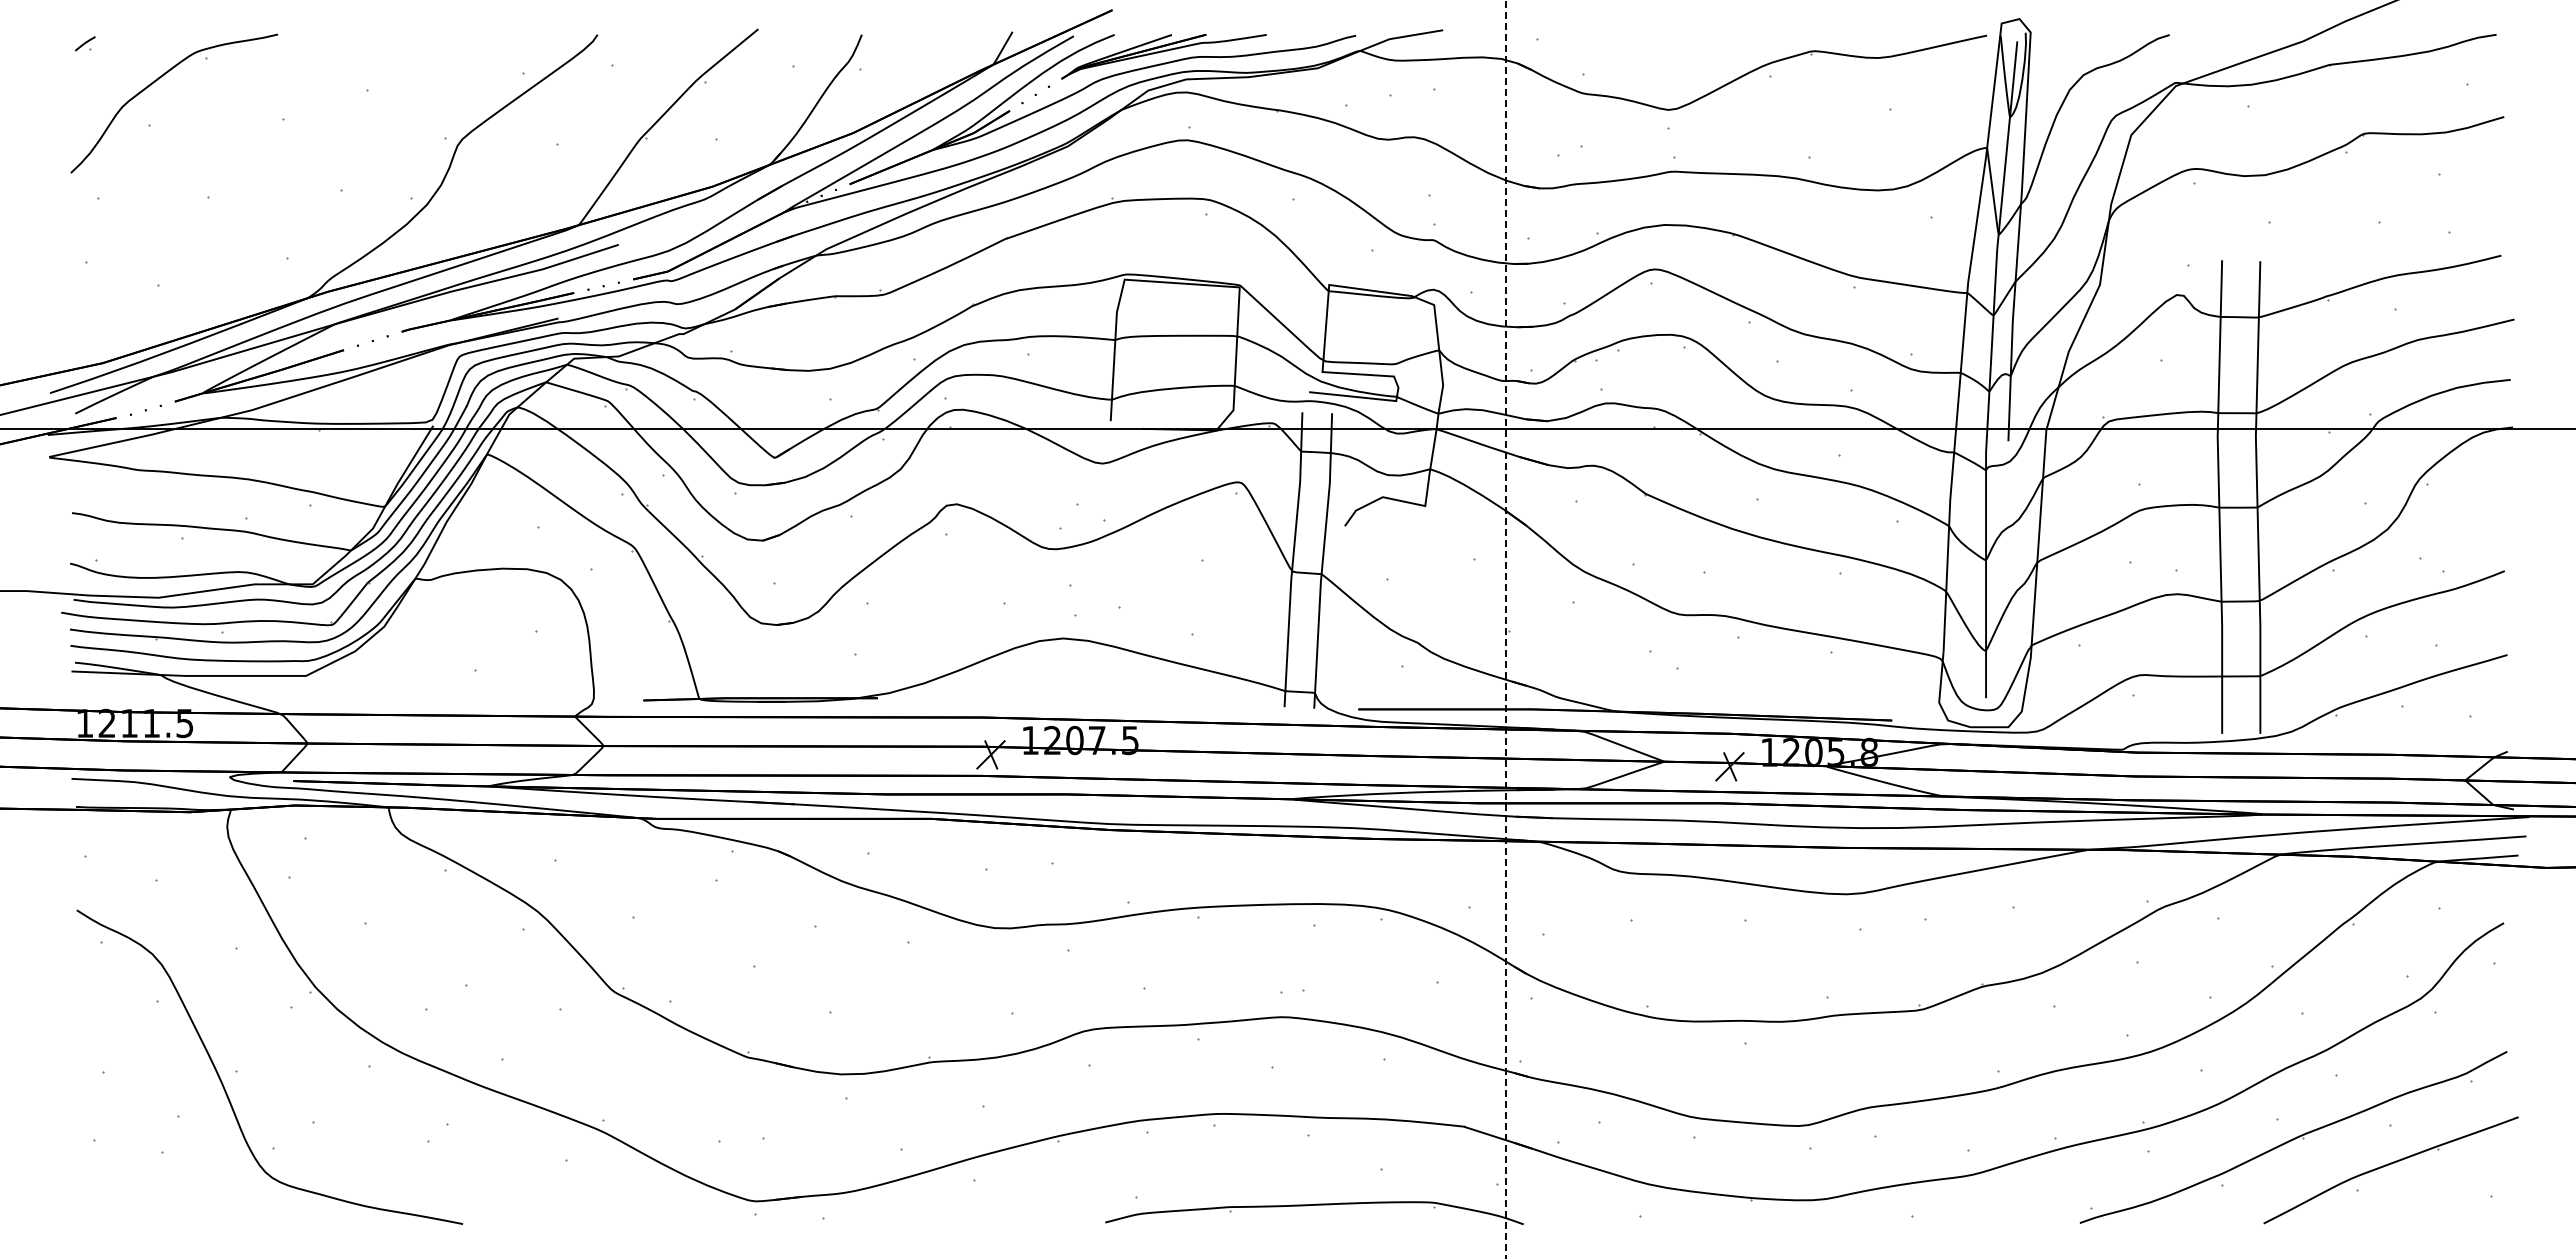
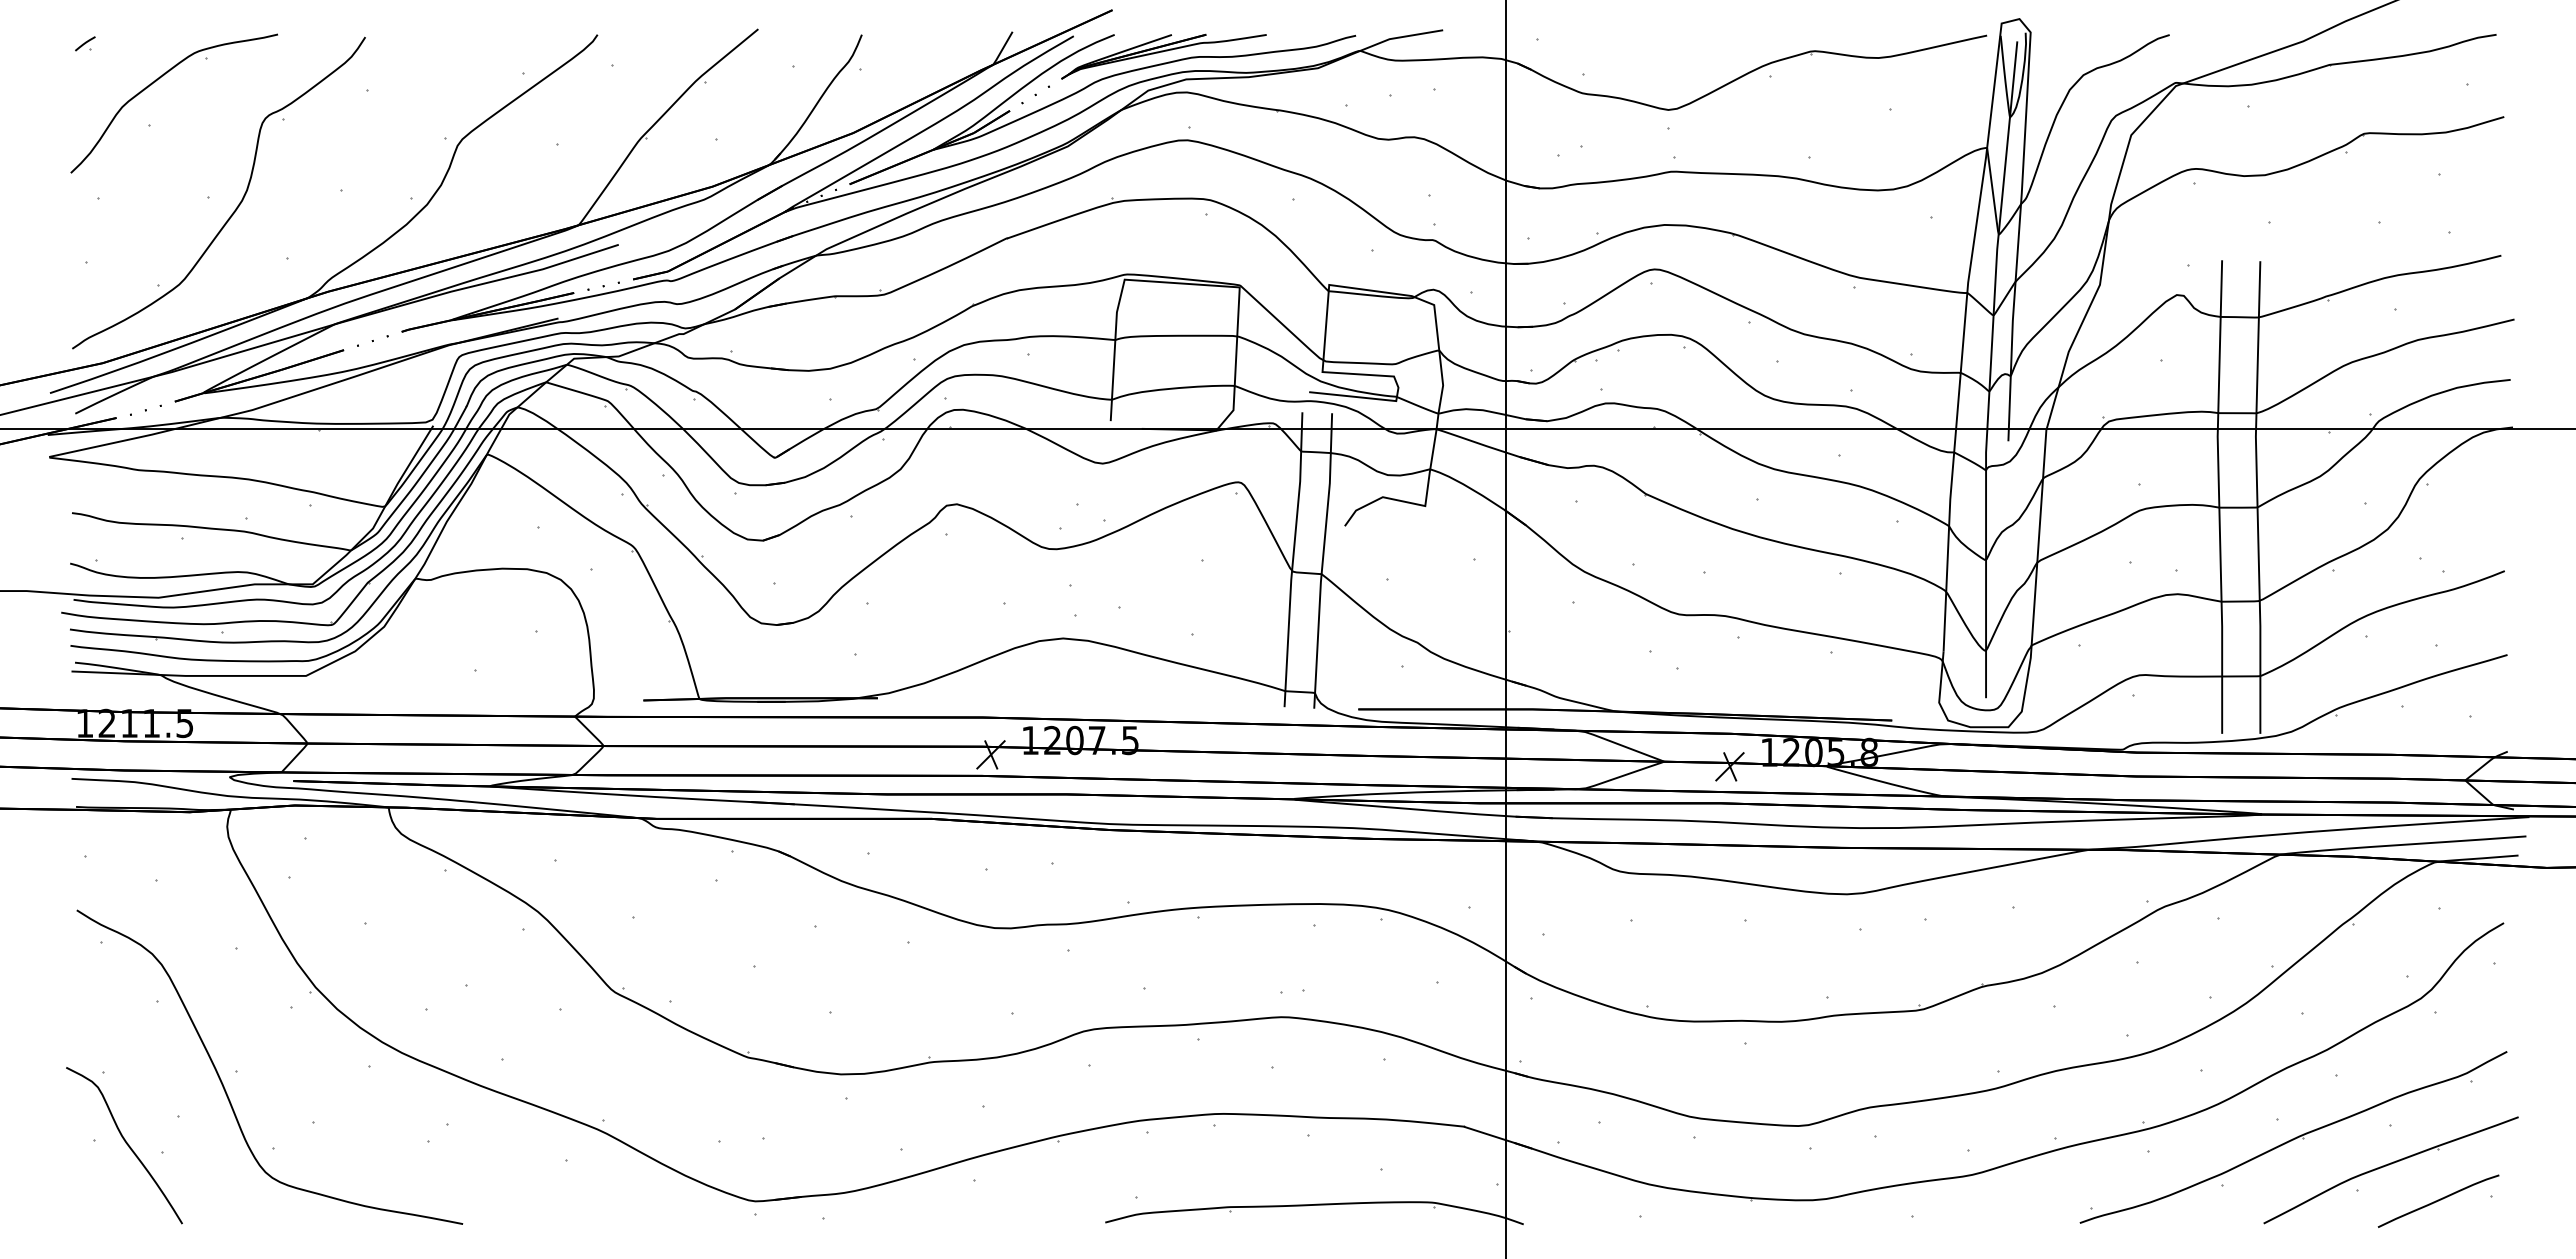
curve at (237, 205): none -> present
line at (1505, 628): dashed -> solid
curve at (125, 1143): none -> present
curve at (2438, 1200): none -> present
